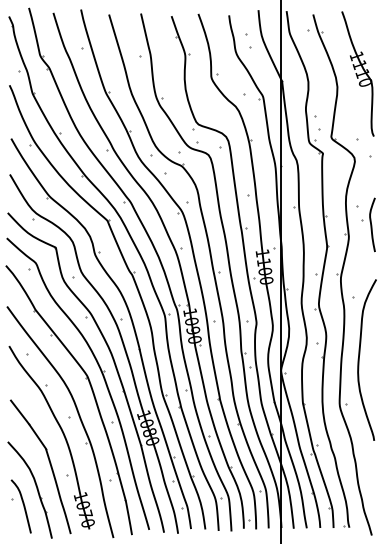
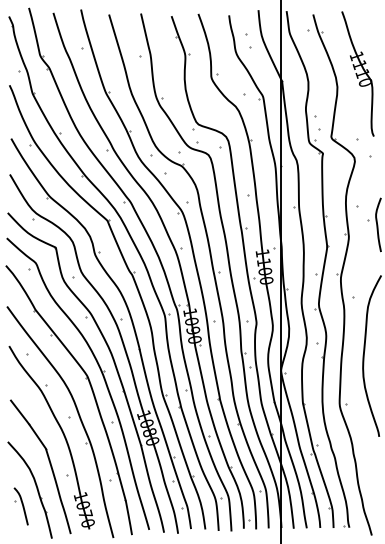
part at (368, 224) position: (368, 224) -> (374, 224)
curve at (359, 359) position: (359, 359) -> (364, 355)
part at (20, 506) size: 22x55 px -> 16x39 px
